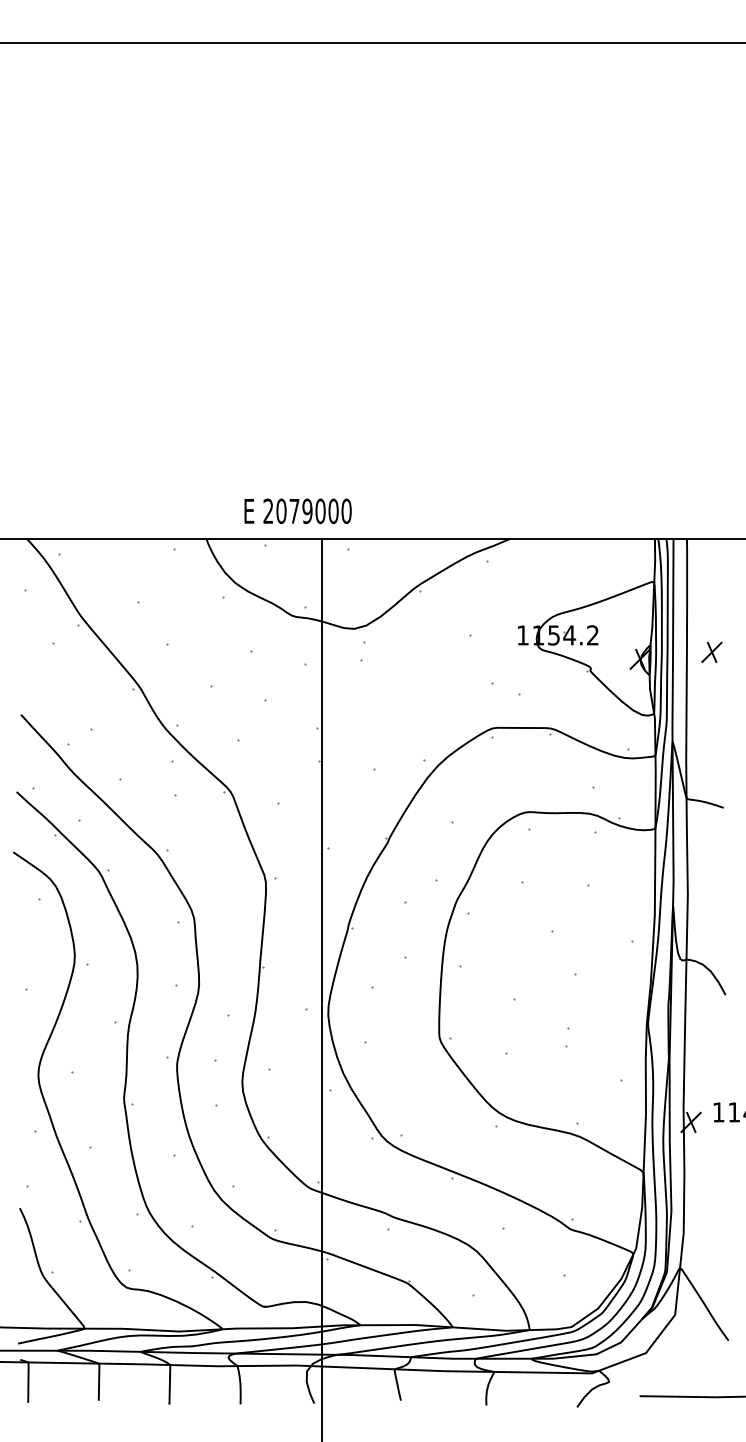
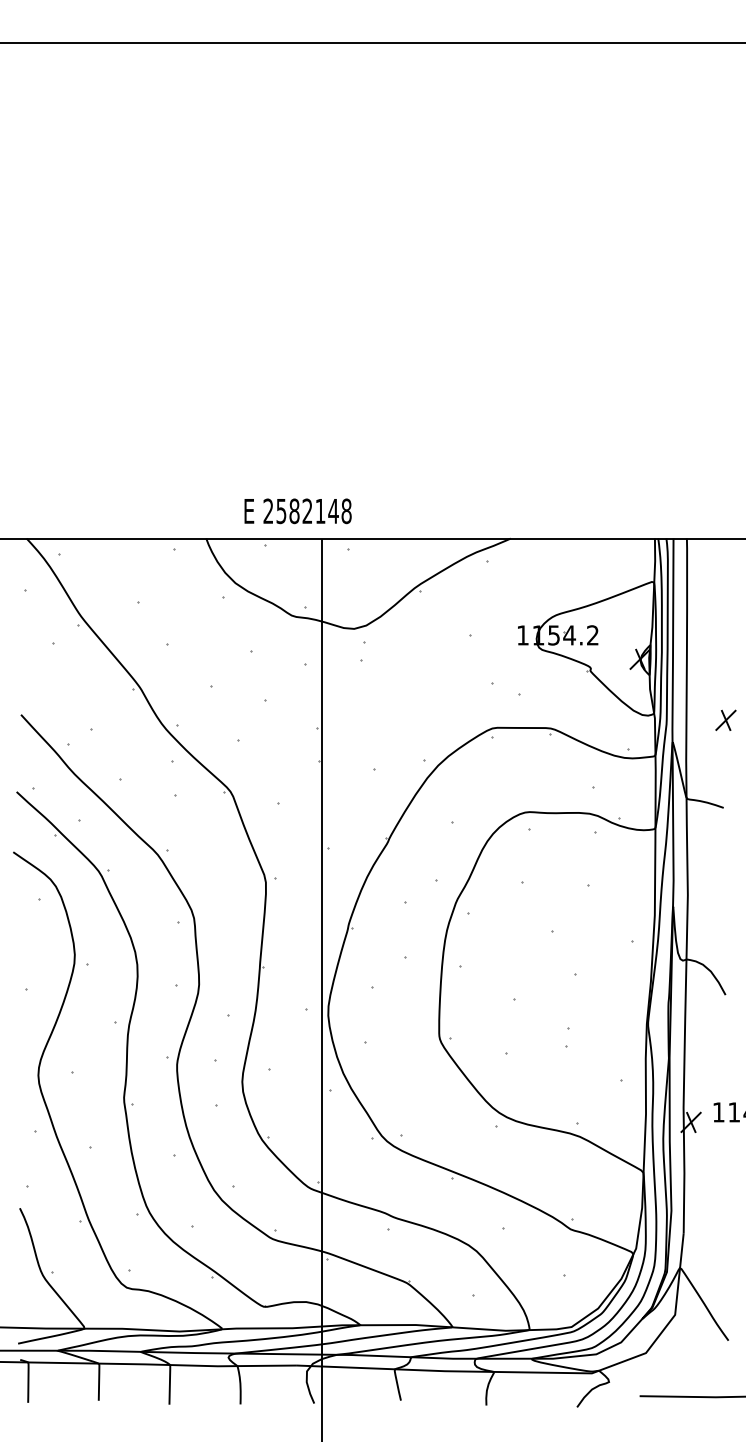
text at (313, 511): 2079000 -> 2582148
part at (711, 651) position: (711, 651) -> (725, 719)
